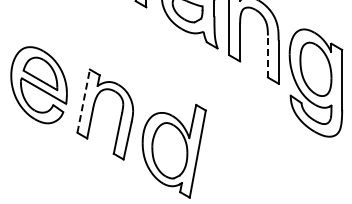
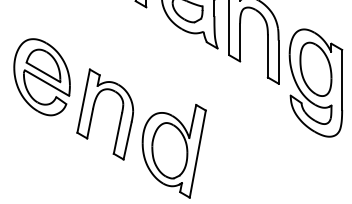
line at (267, 56): dashed -> solid
part at (38, 85) position: (38, 85) -> (41, 77)
line at (83, 100): dashed -> solid
